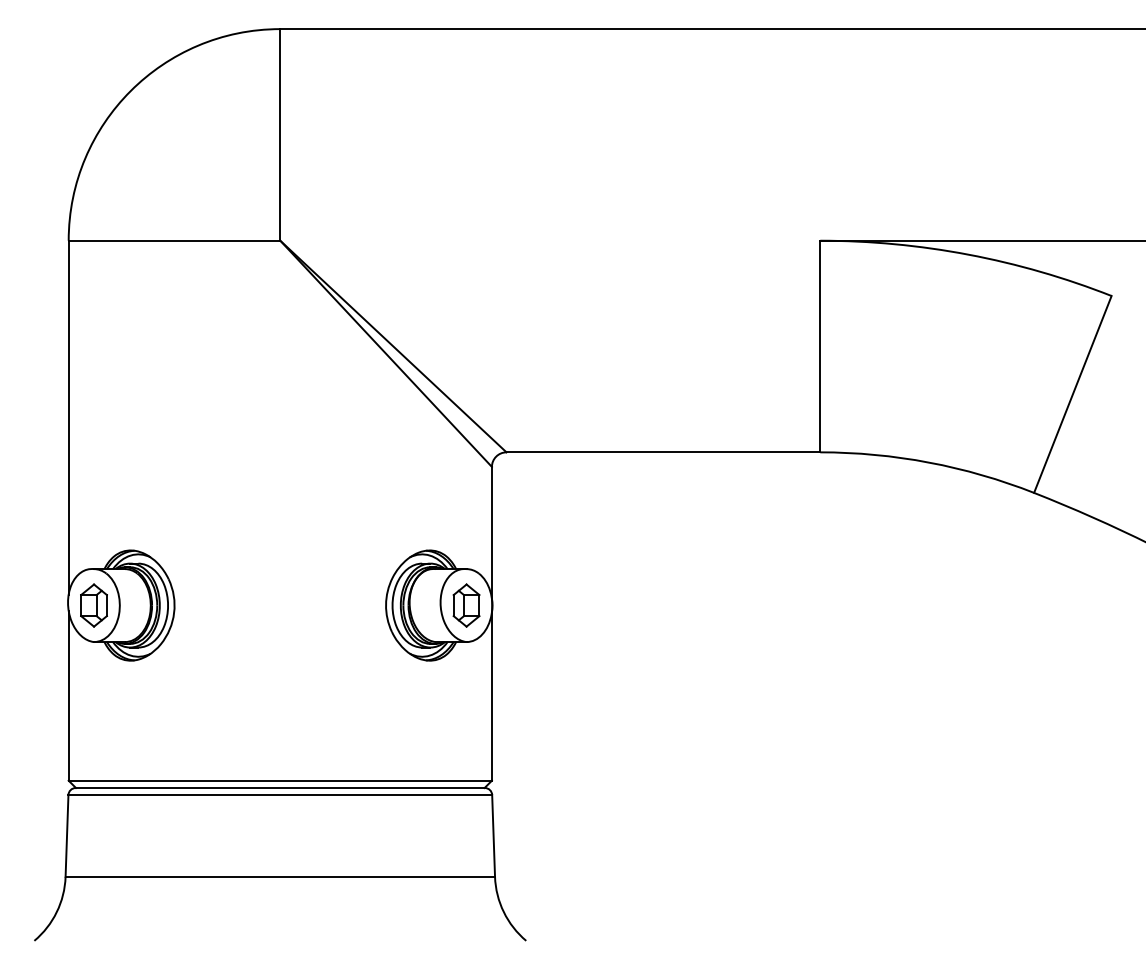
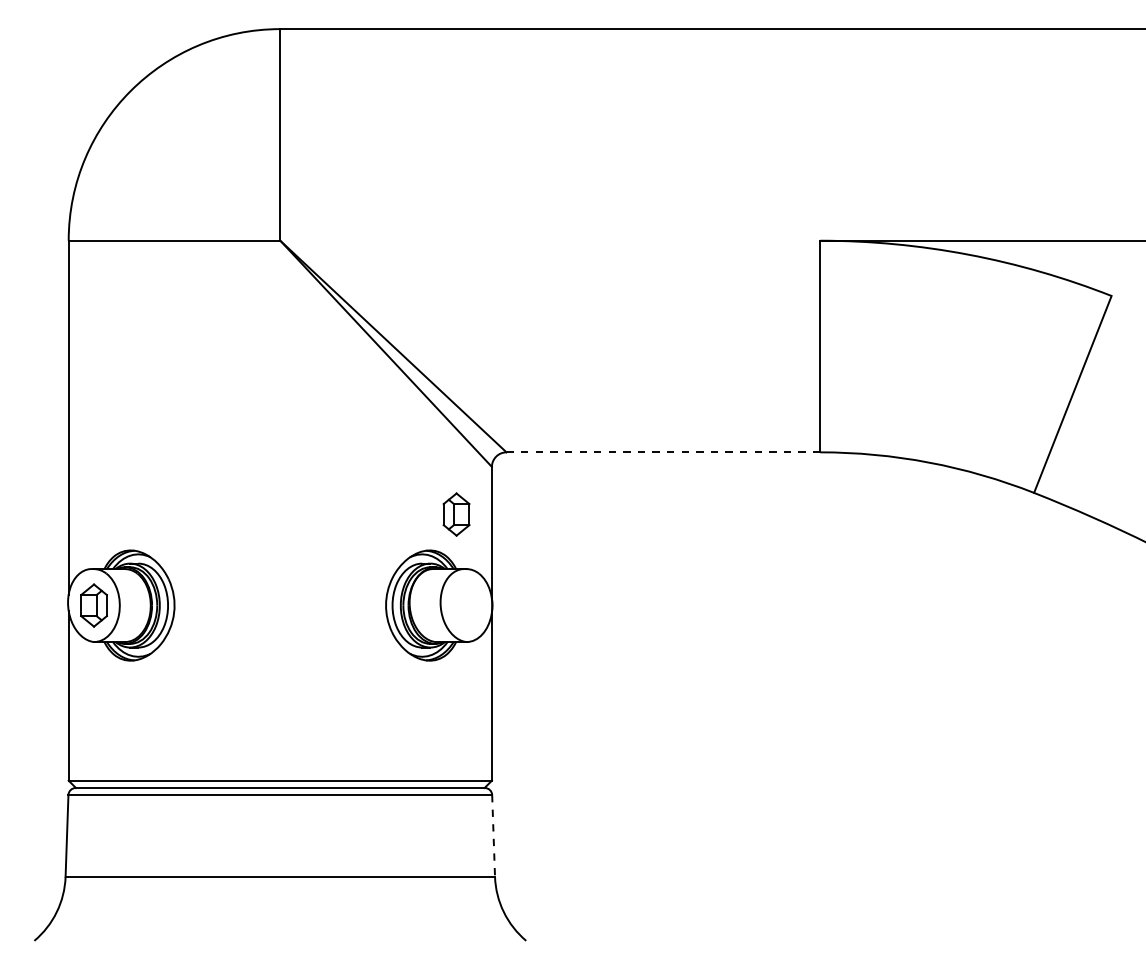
line at (663, 452): solid -> dashed
part at (466, 605) position: (466, 605) -> (456, 514)
line at (493, 835): solid -> dashed
